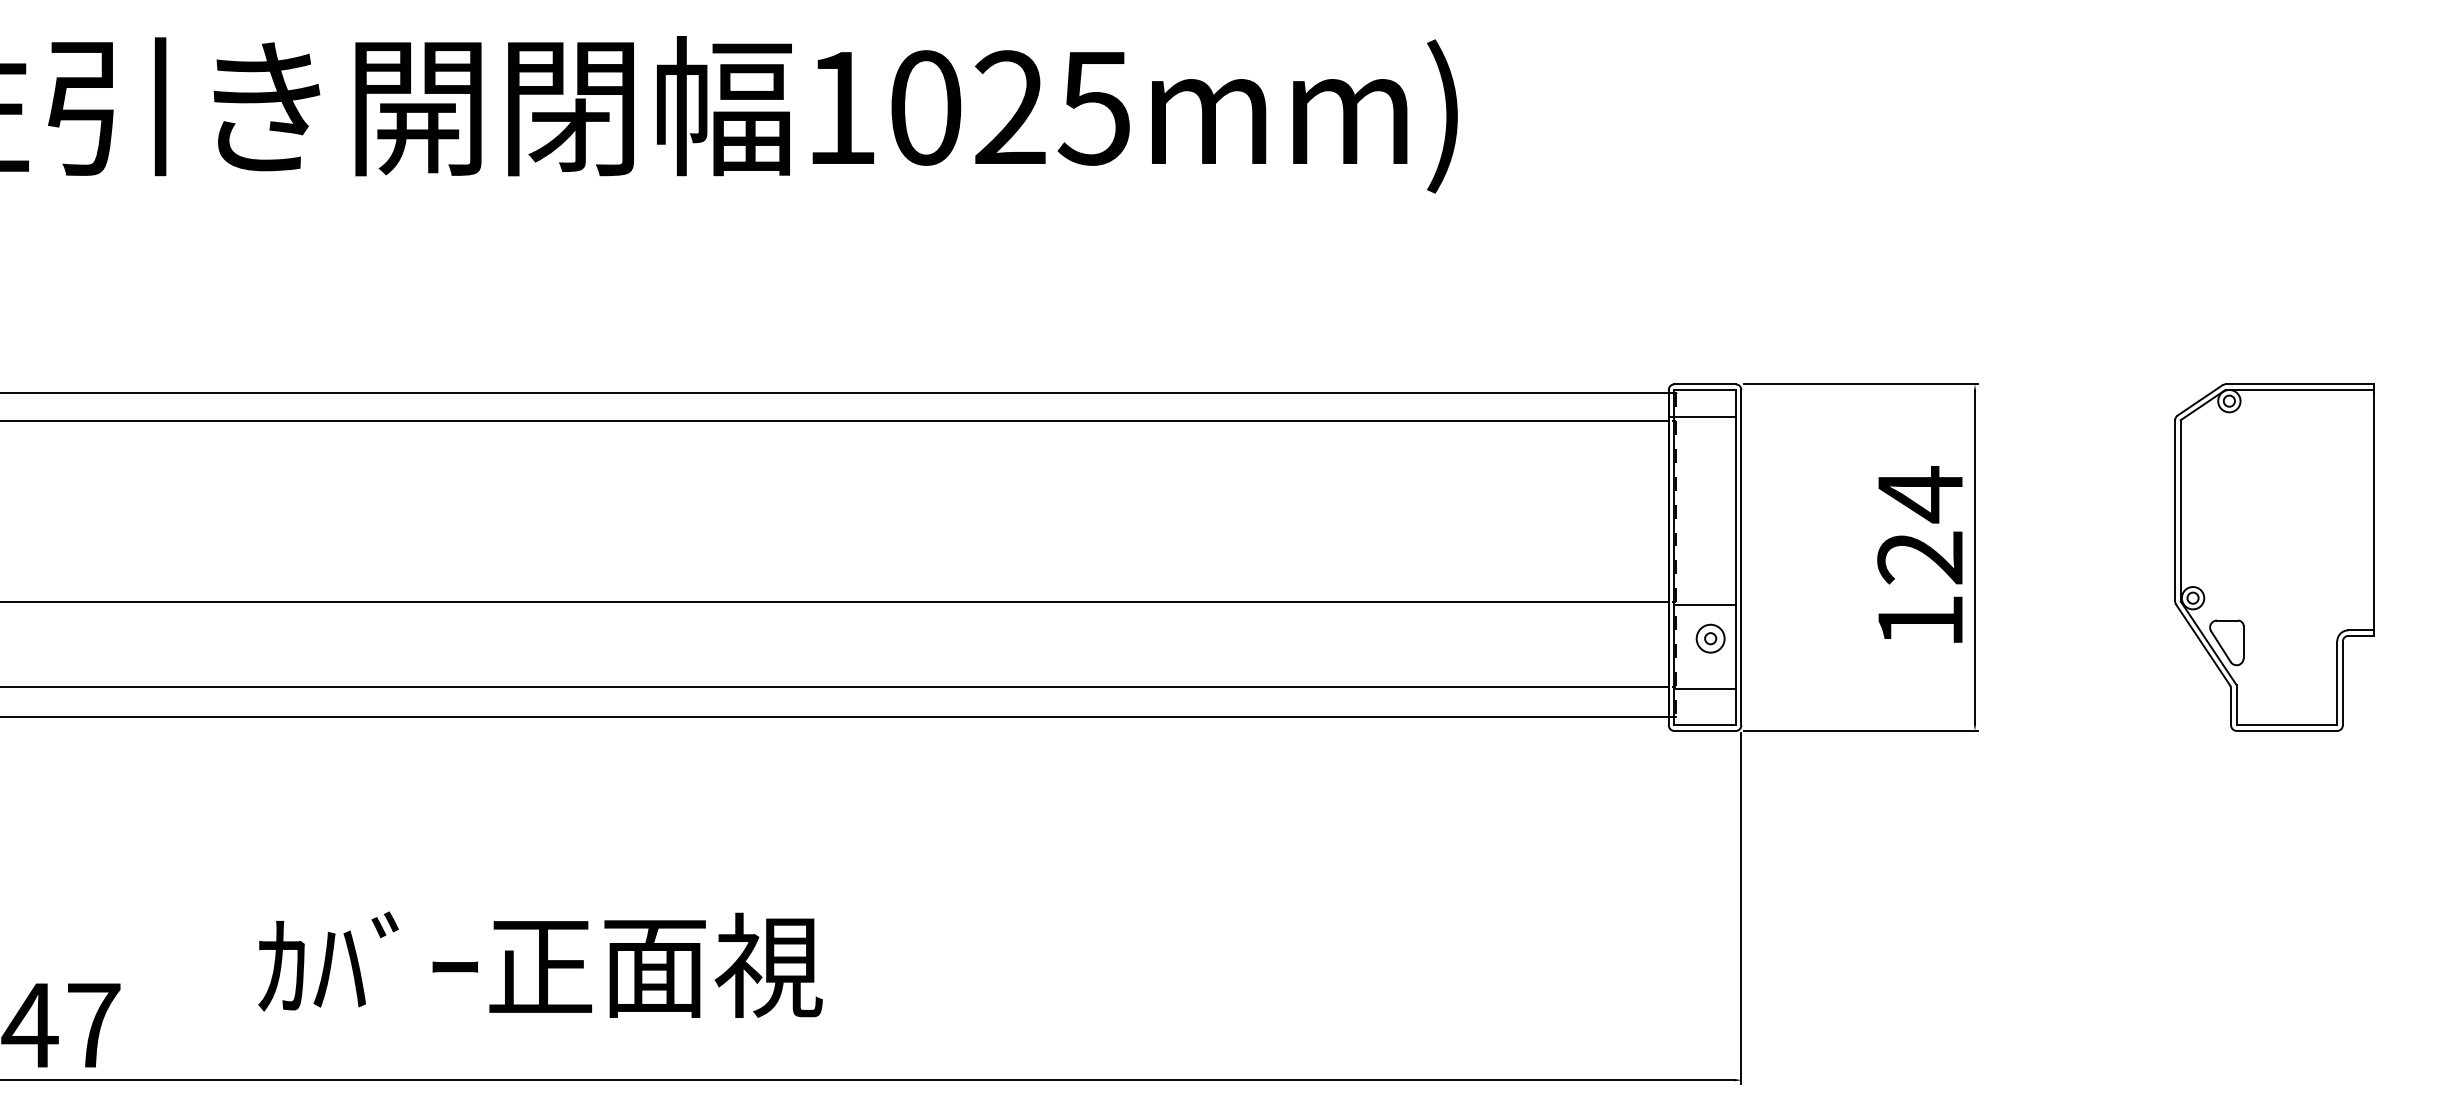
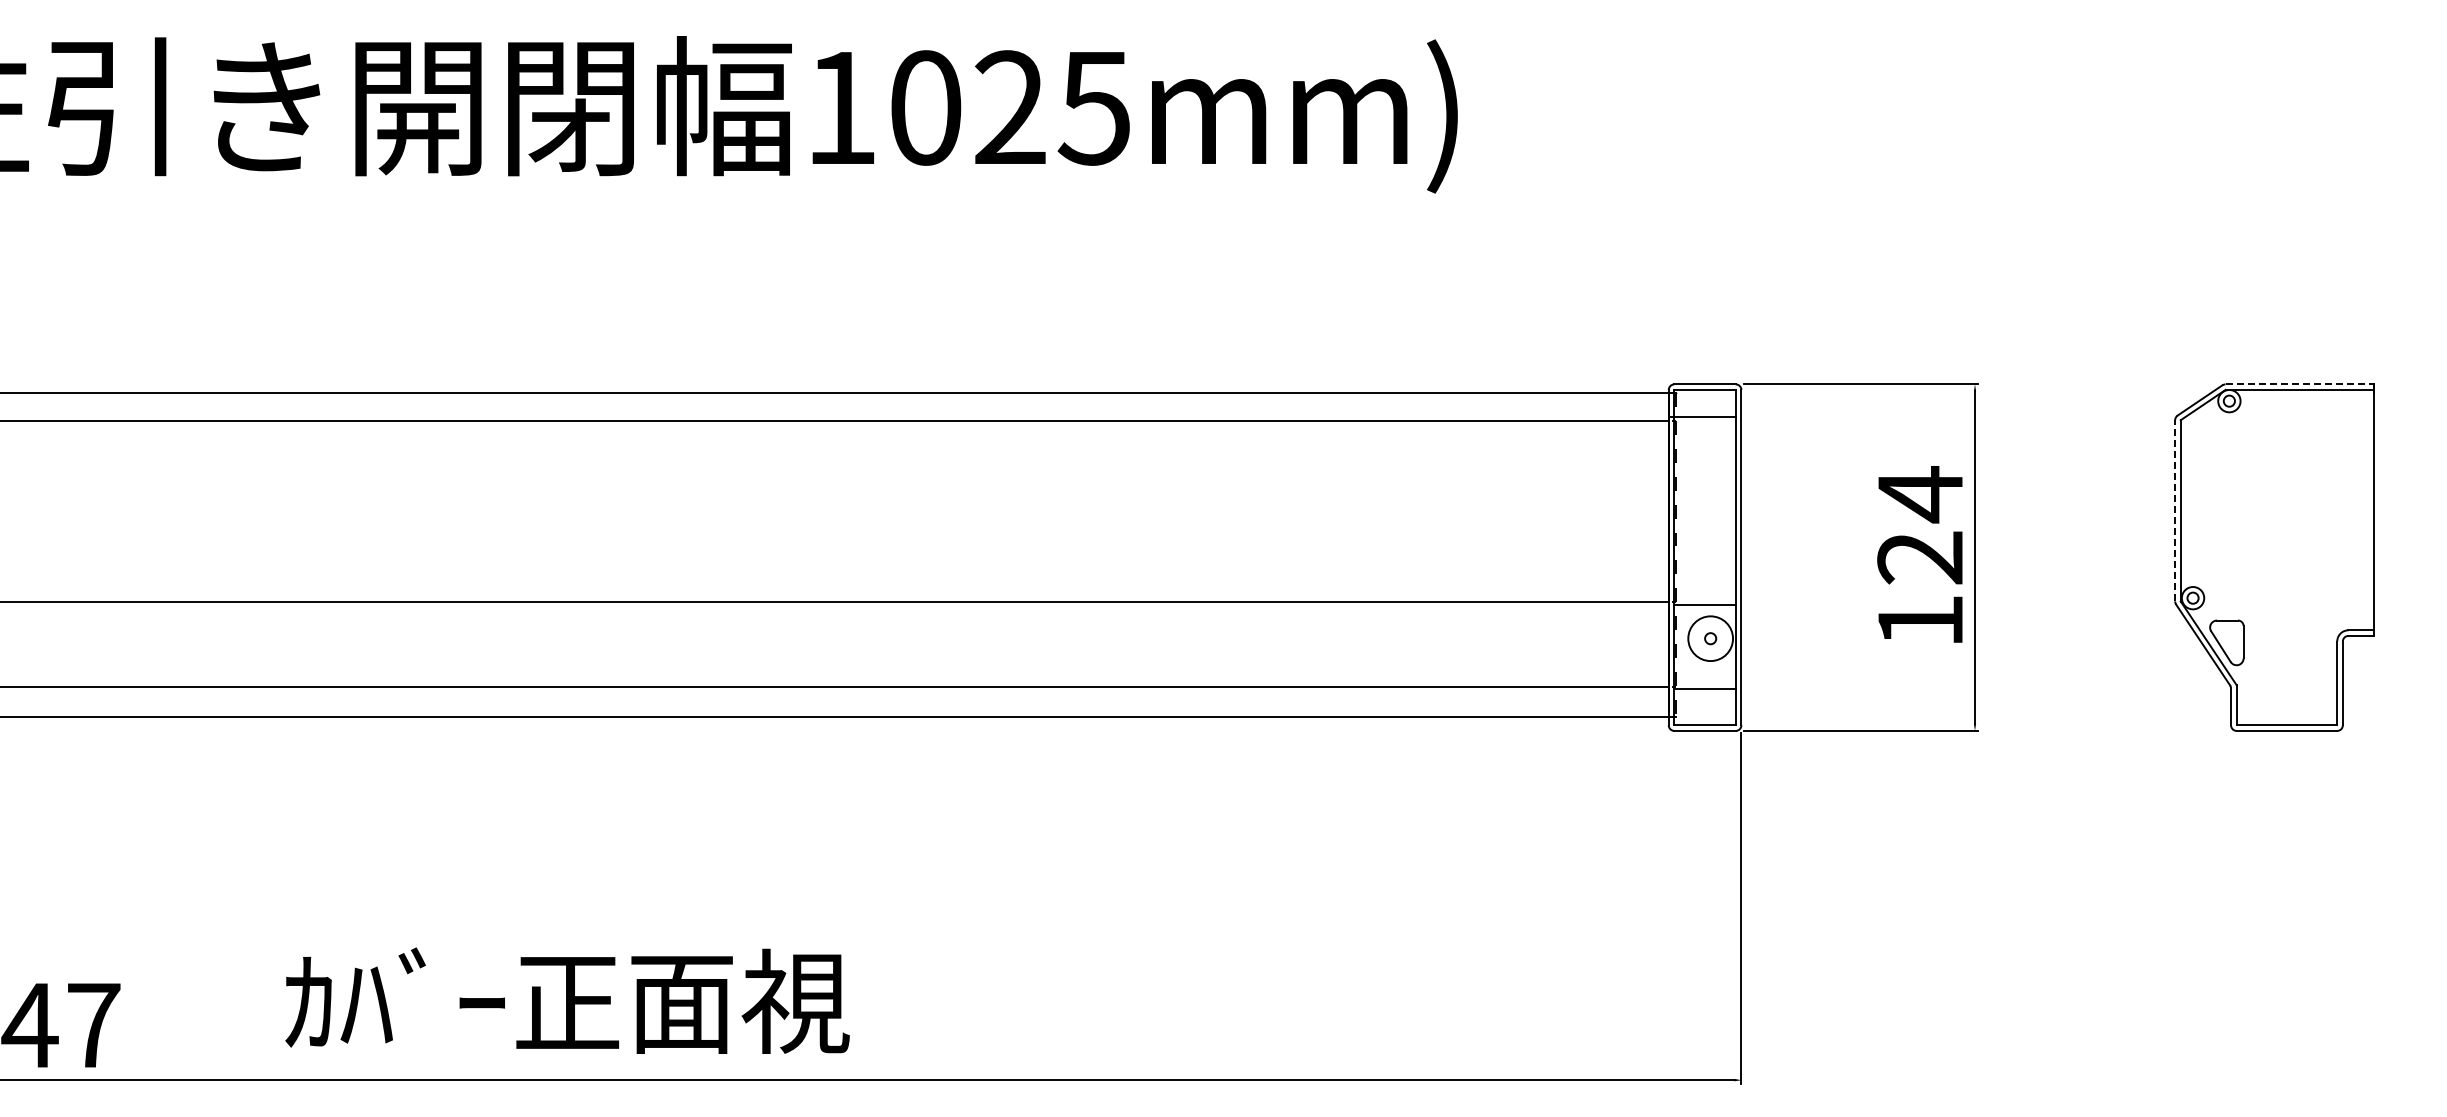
line at (2300, 384): solid -> dashed
line at (2175, 510): solid -> dashed
circle at (1710, 638) diameter: 28 px -> 45 px
text at (540, 964) position: (540, 964) -> (567, 1000)
